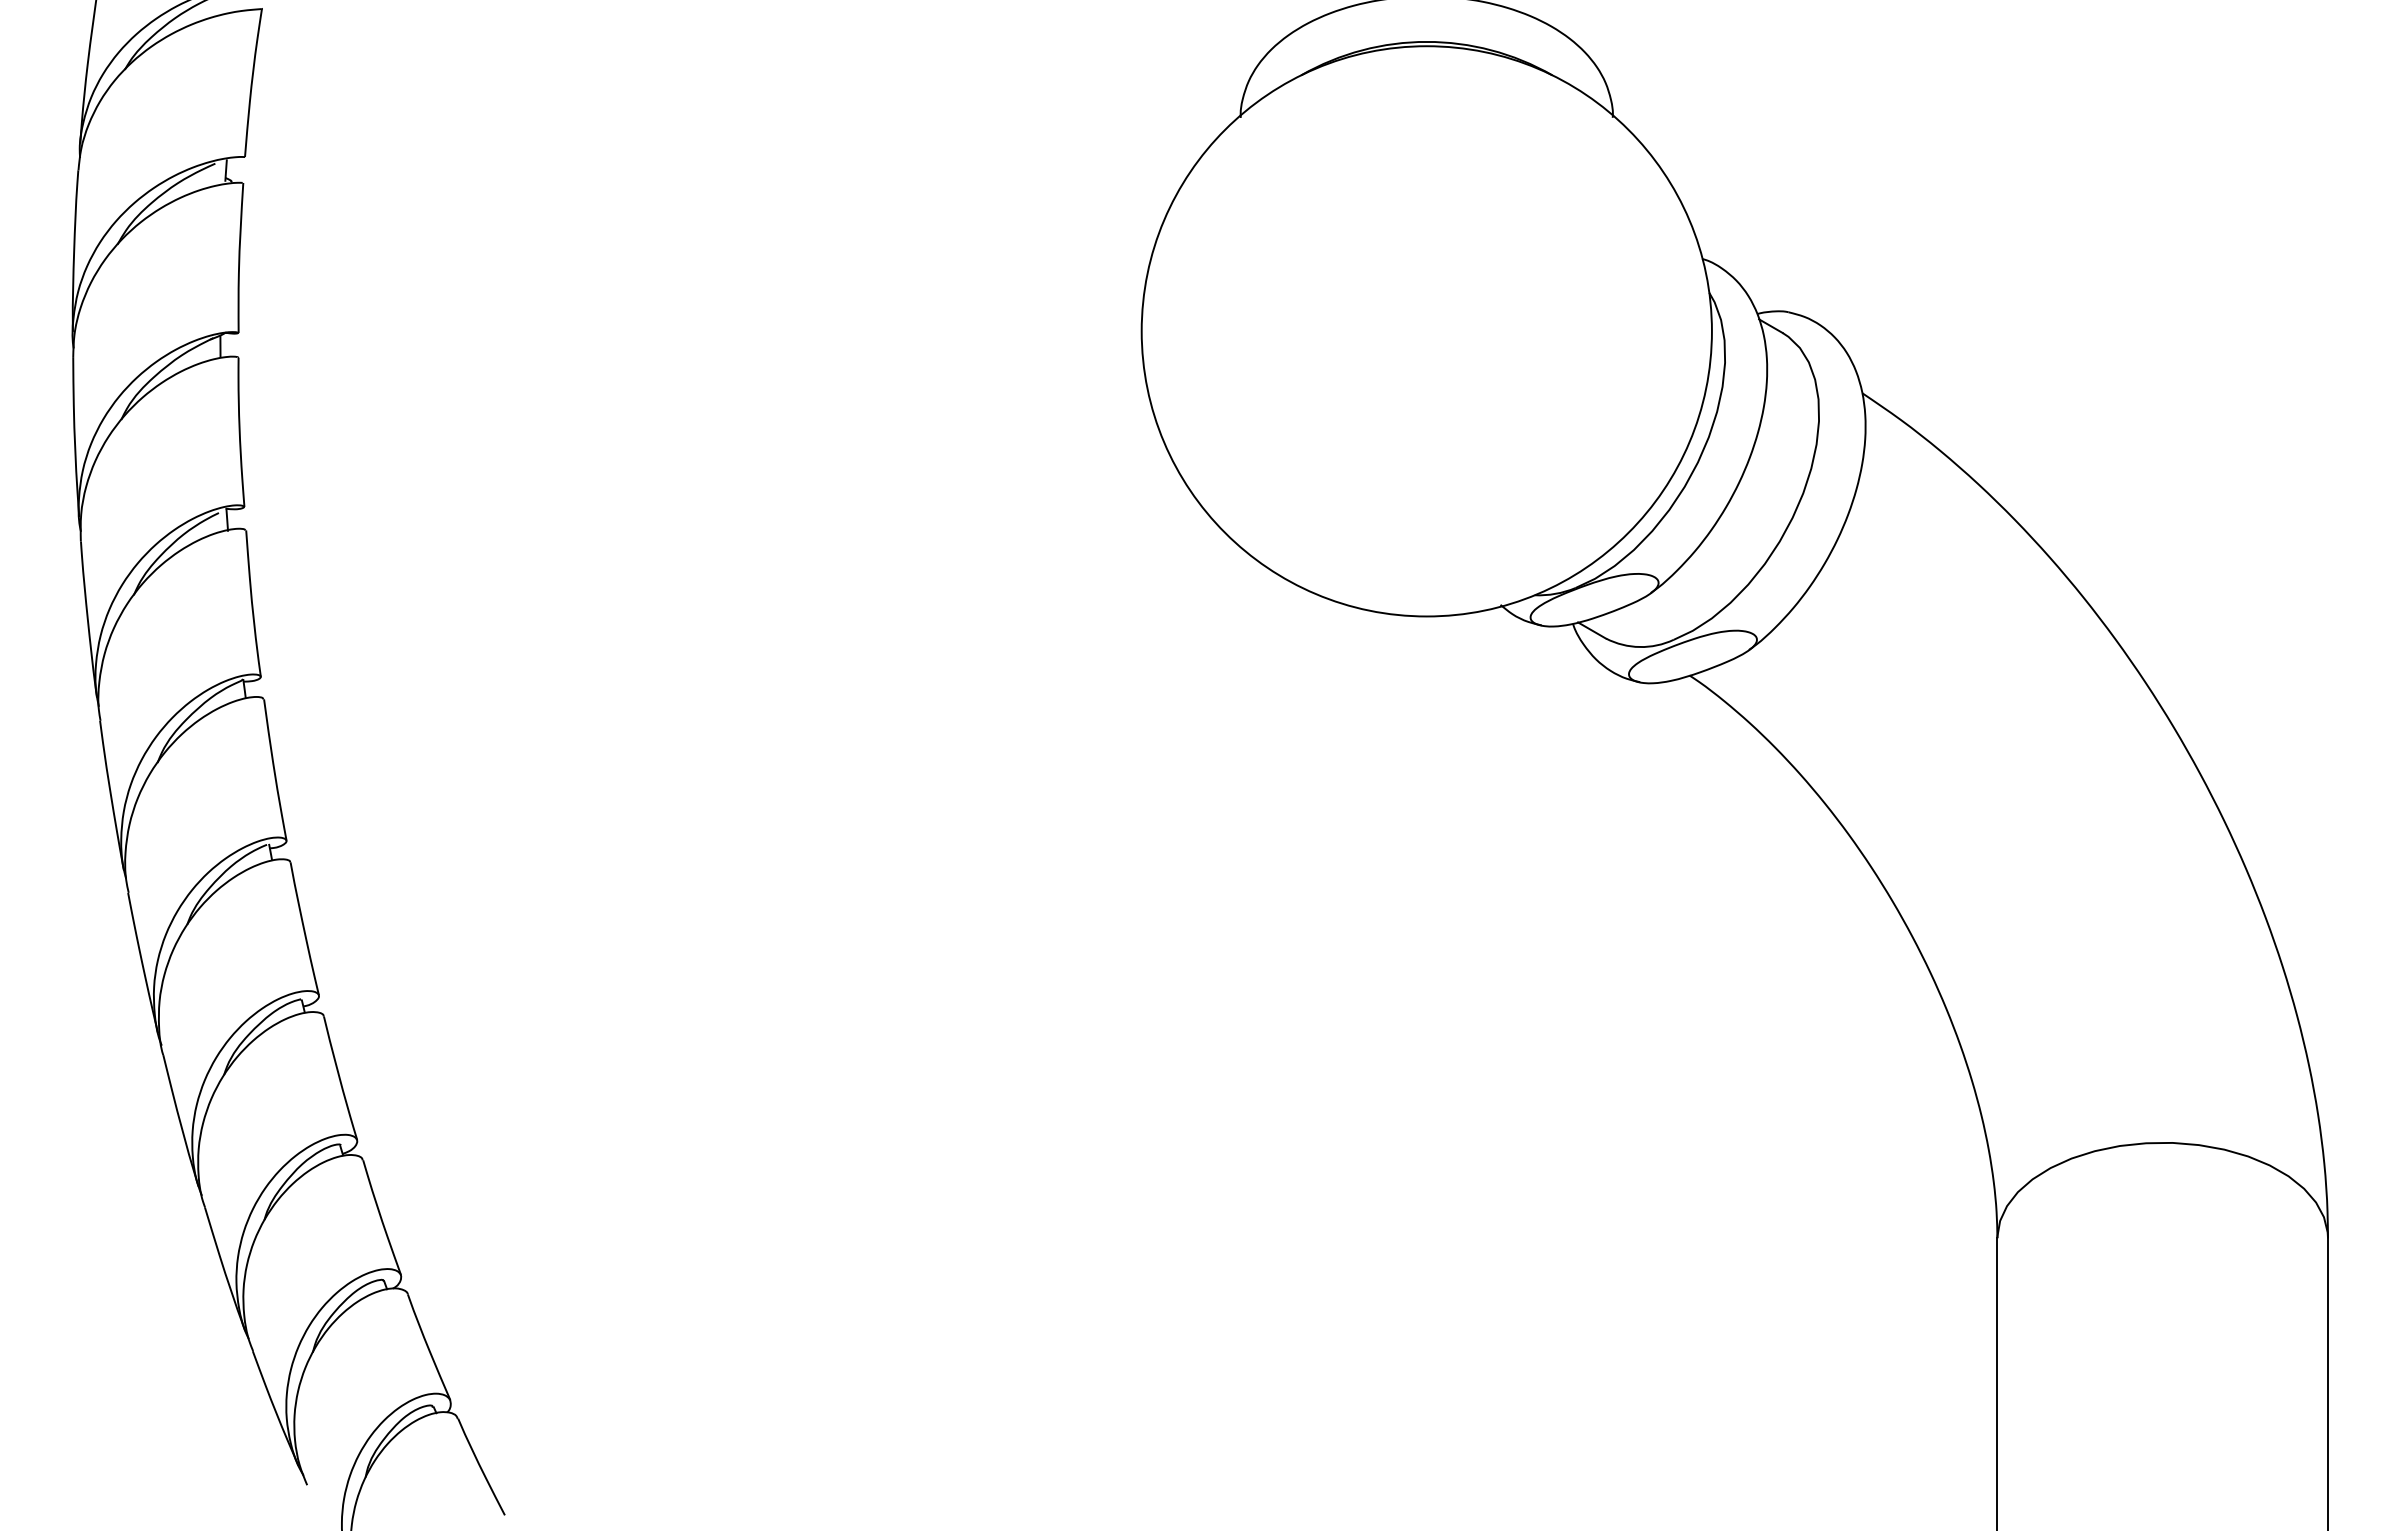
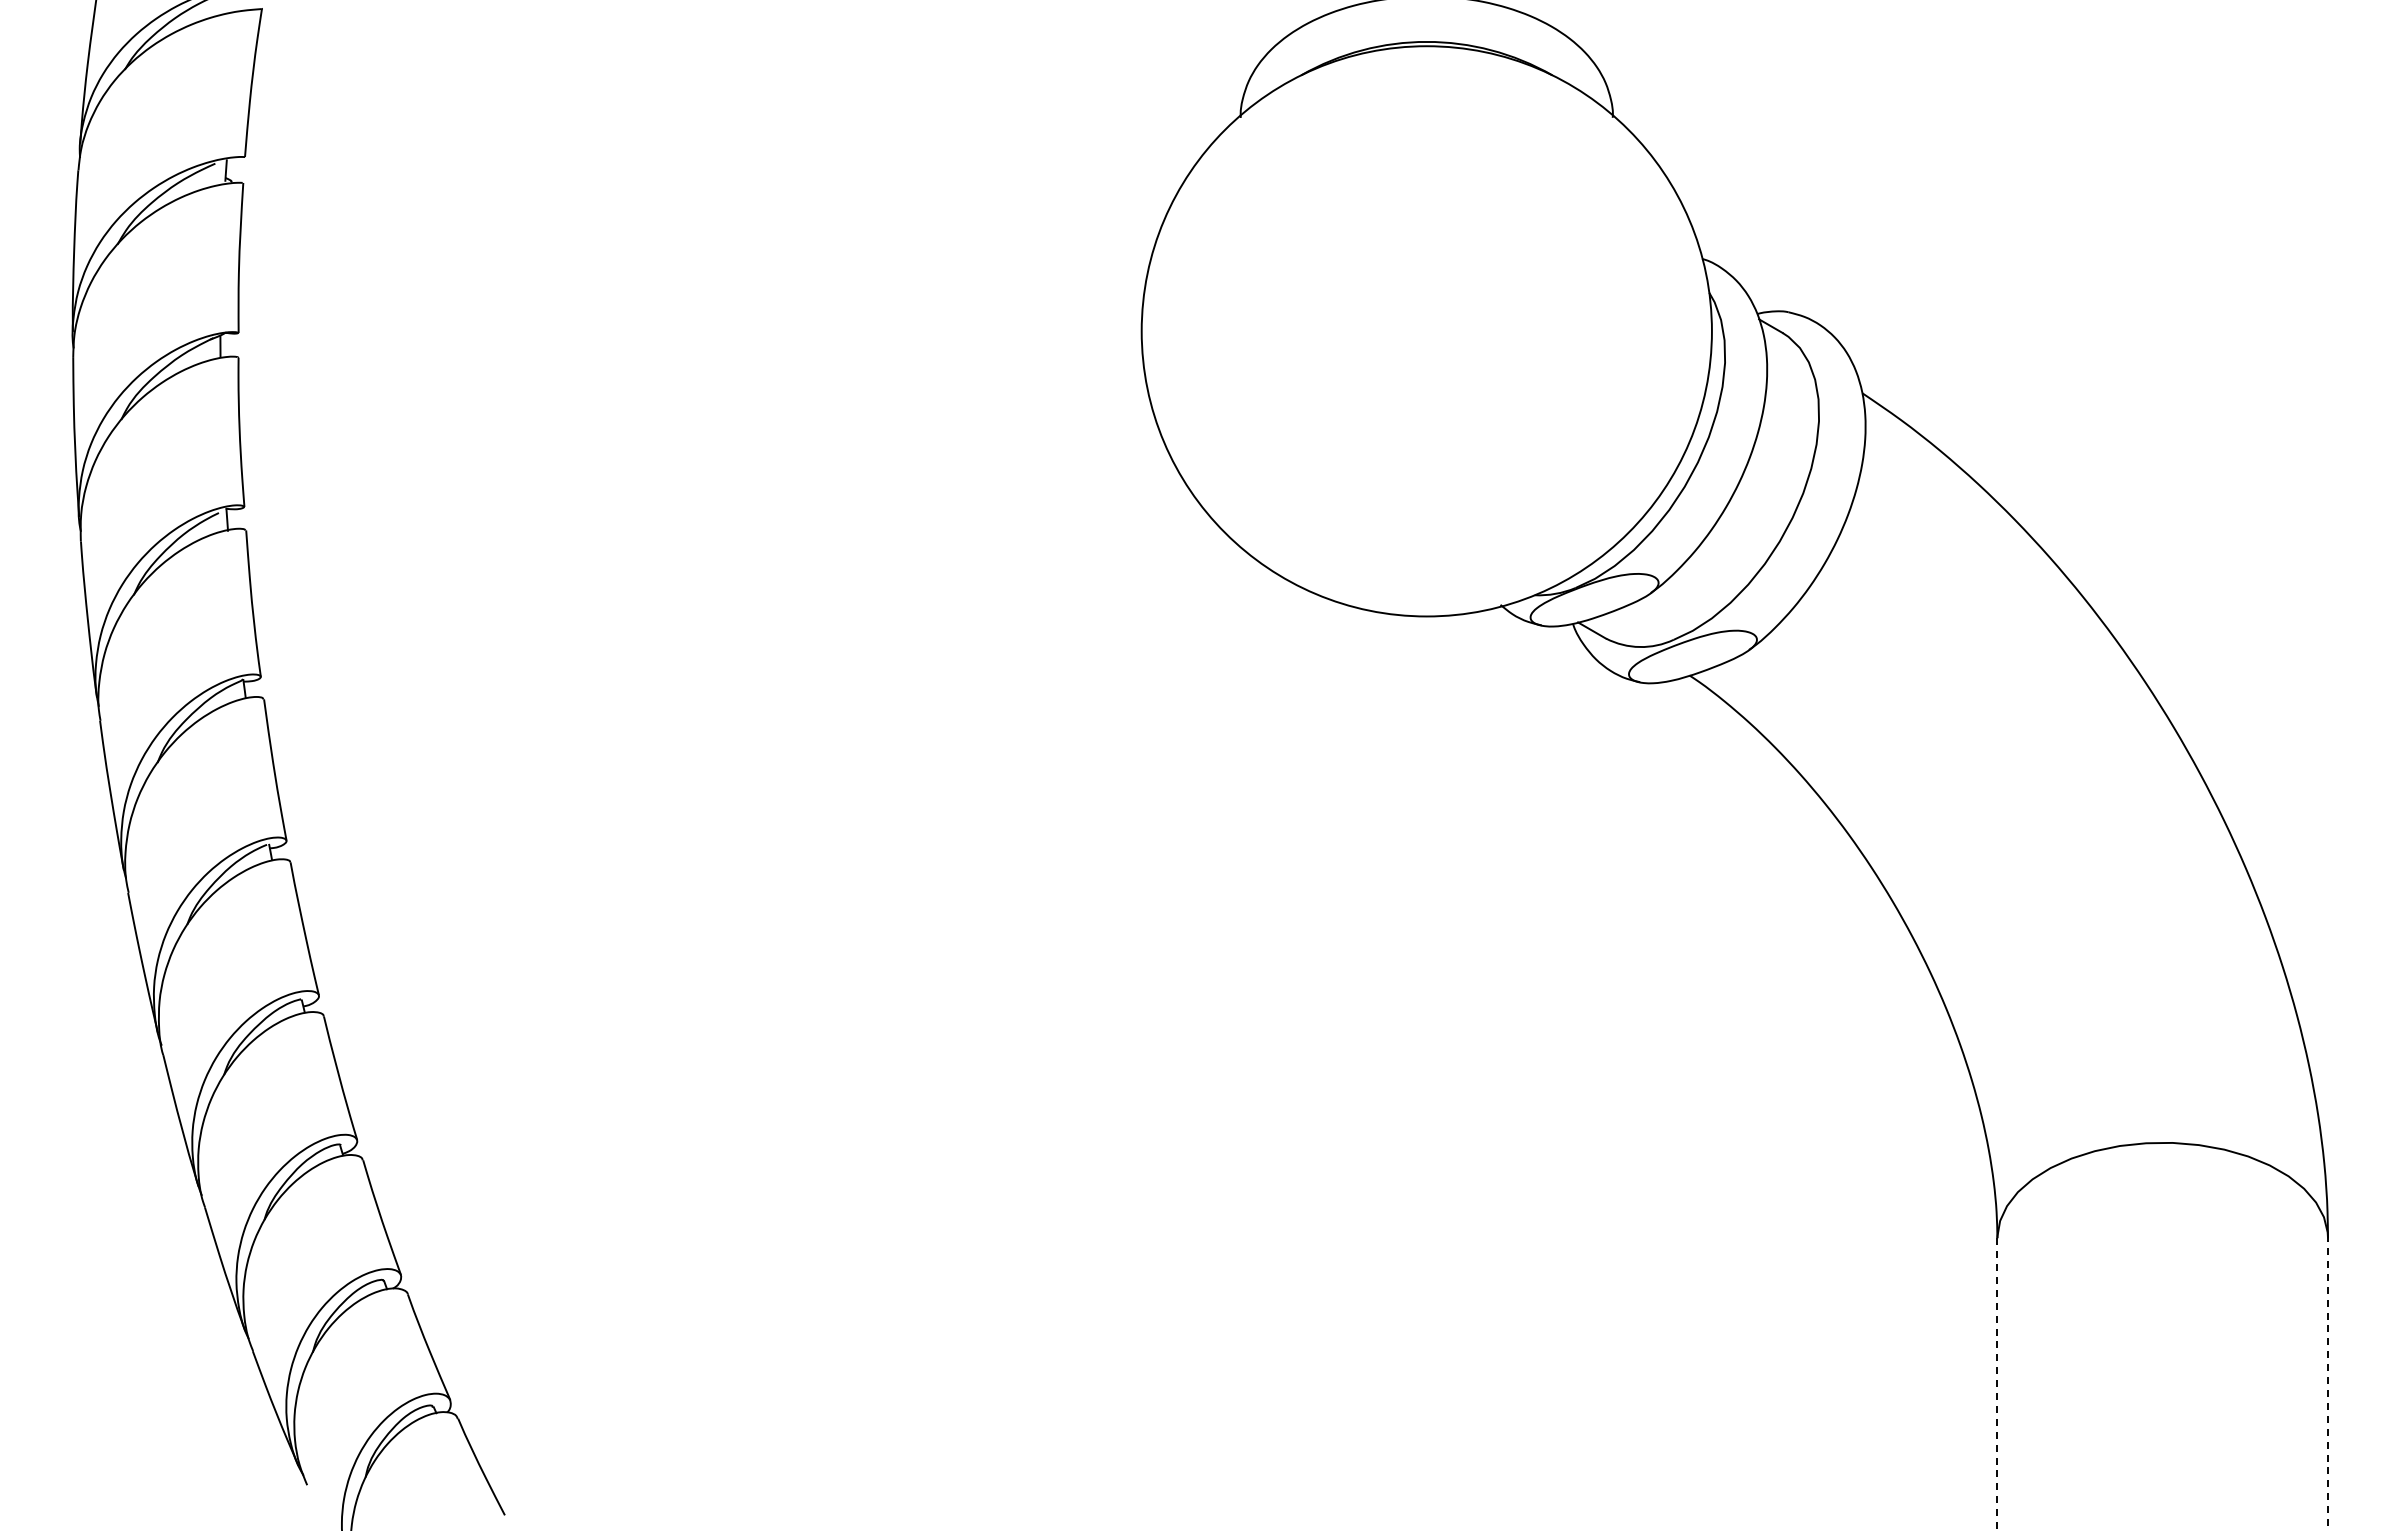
line at (1997, 1384): solid -> dashed
line at (2327, 1384): solid -> dashed
